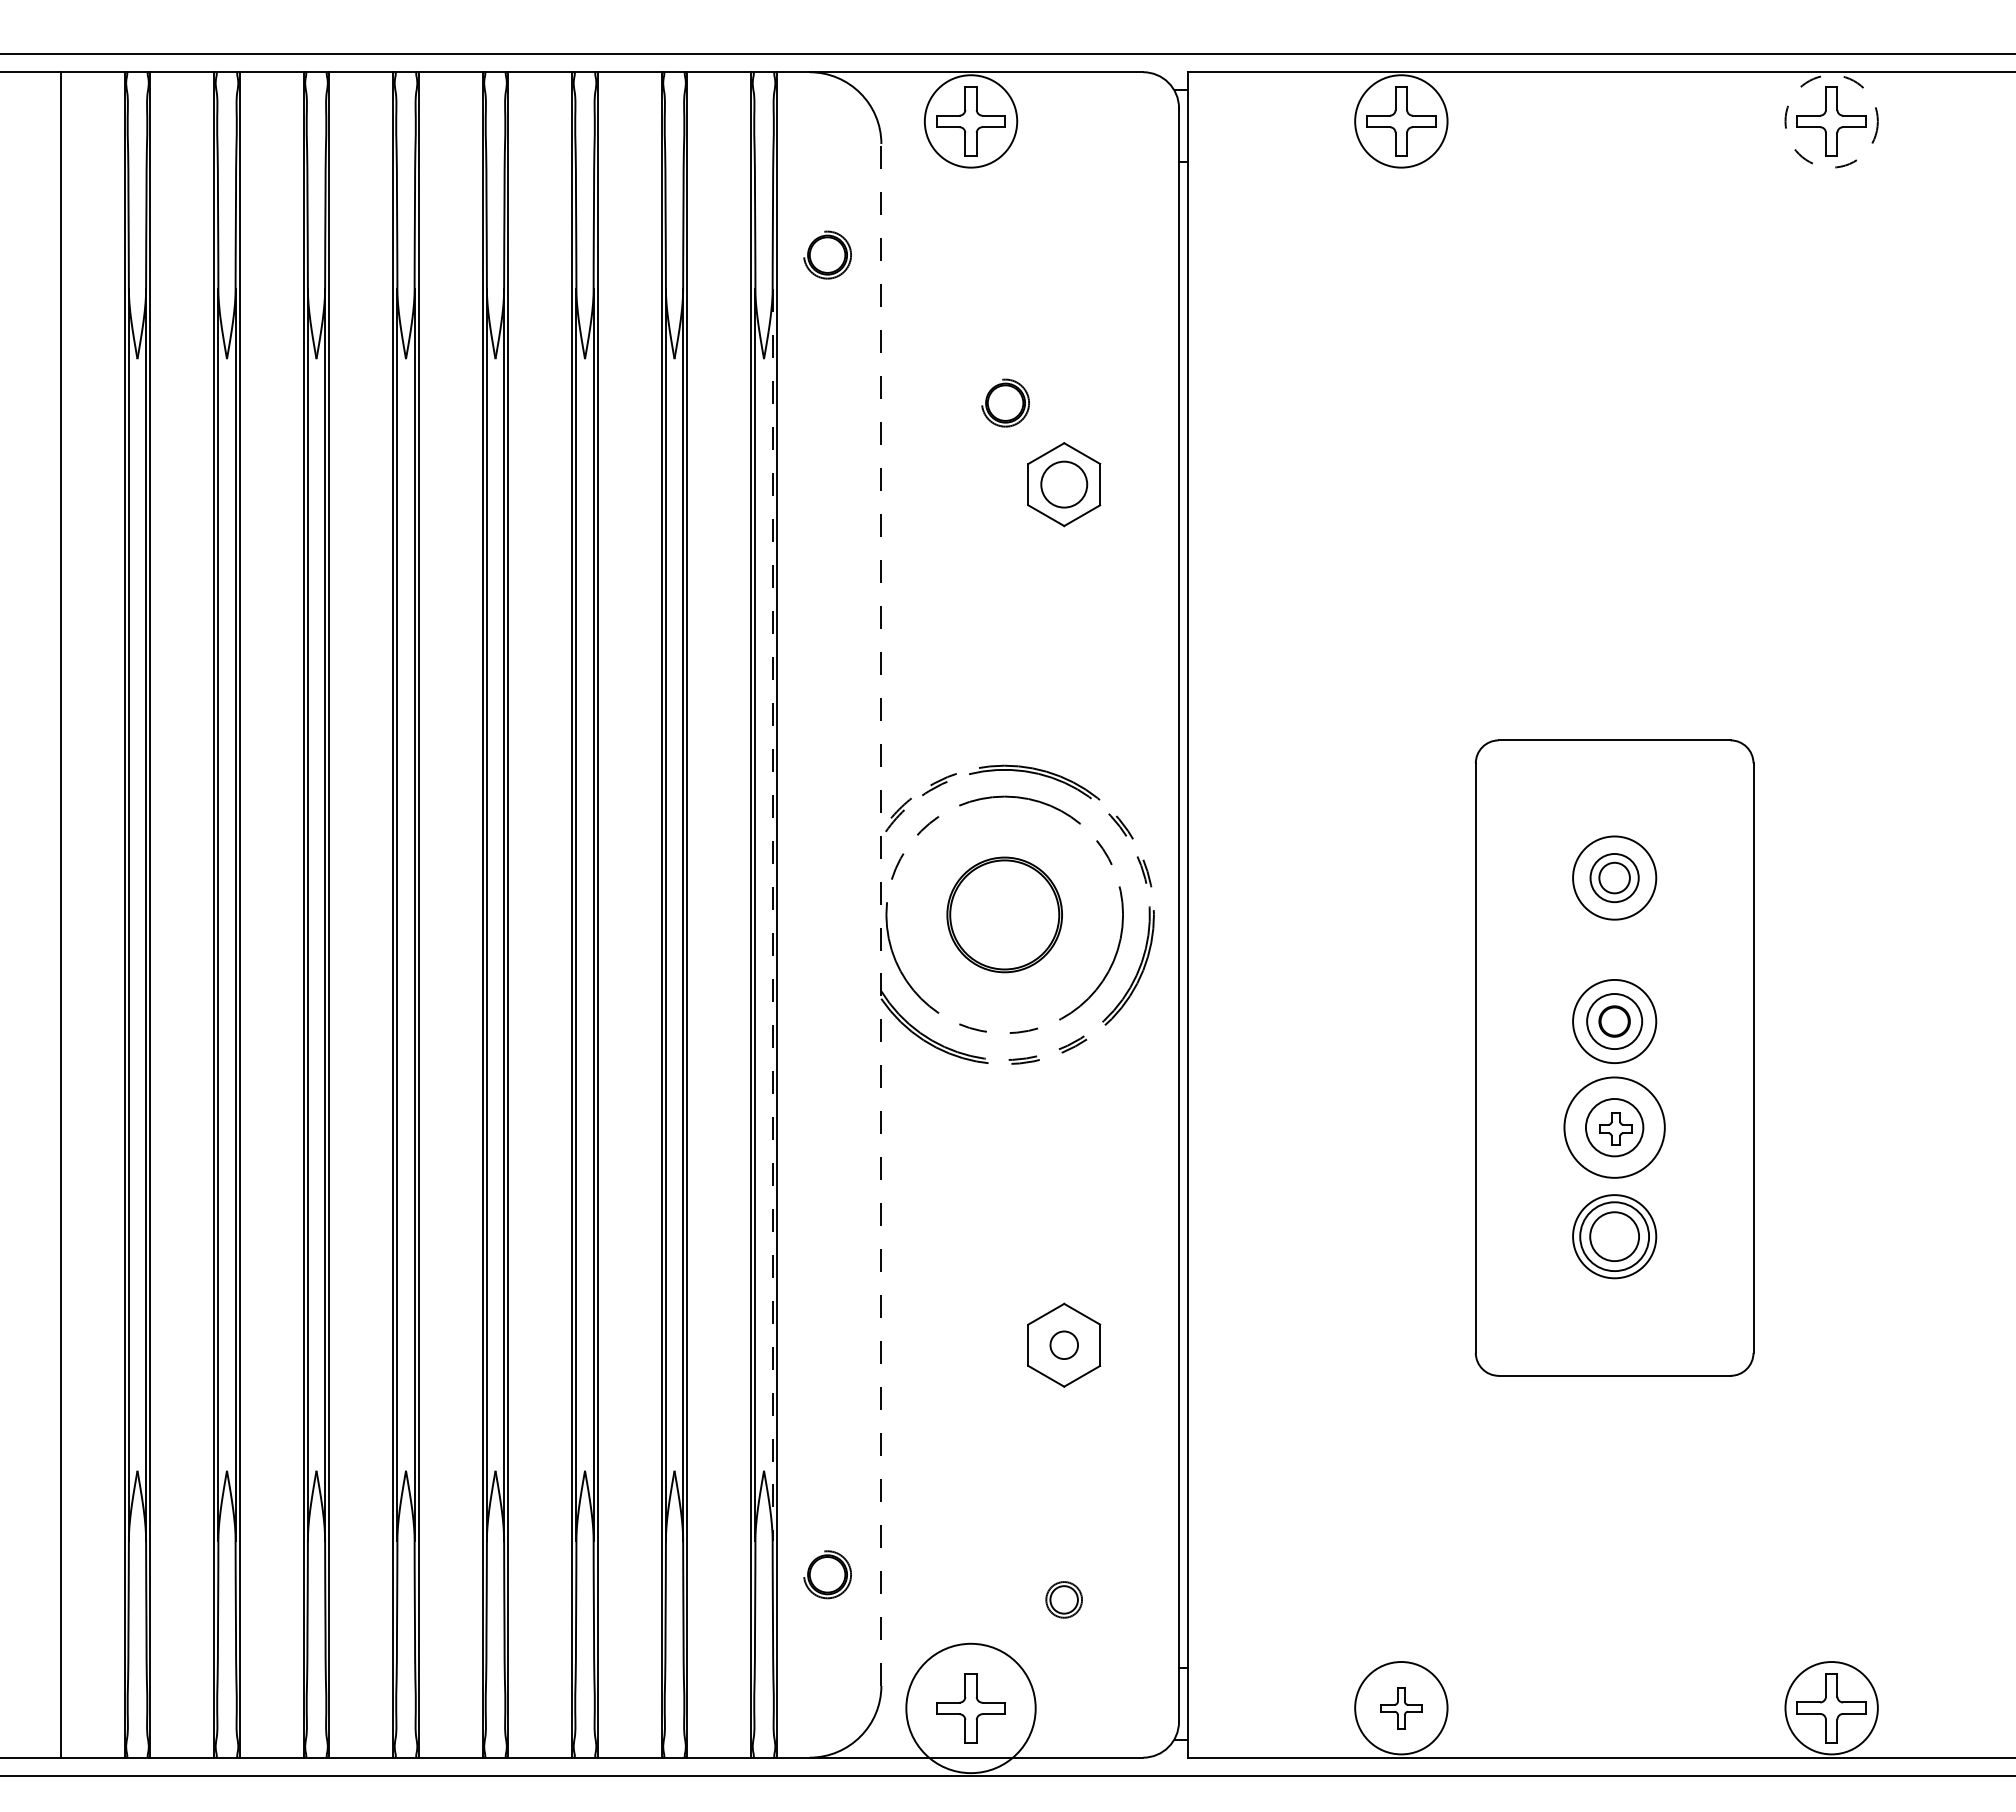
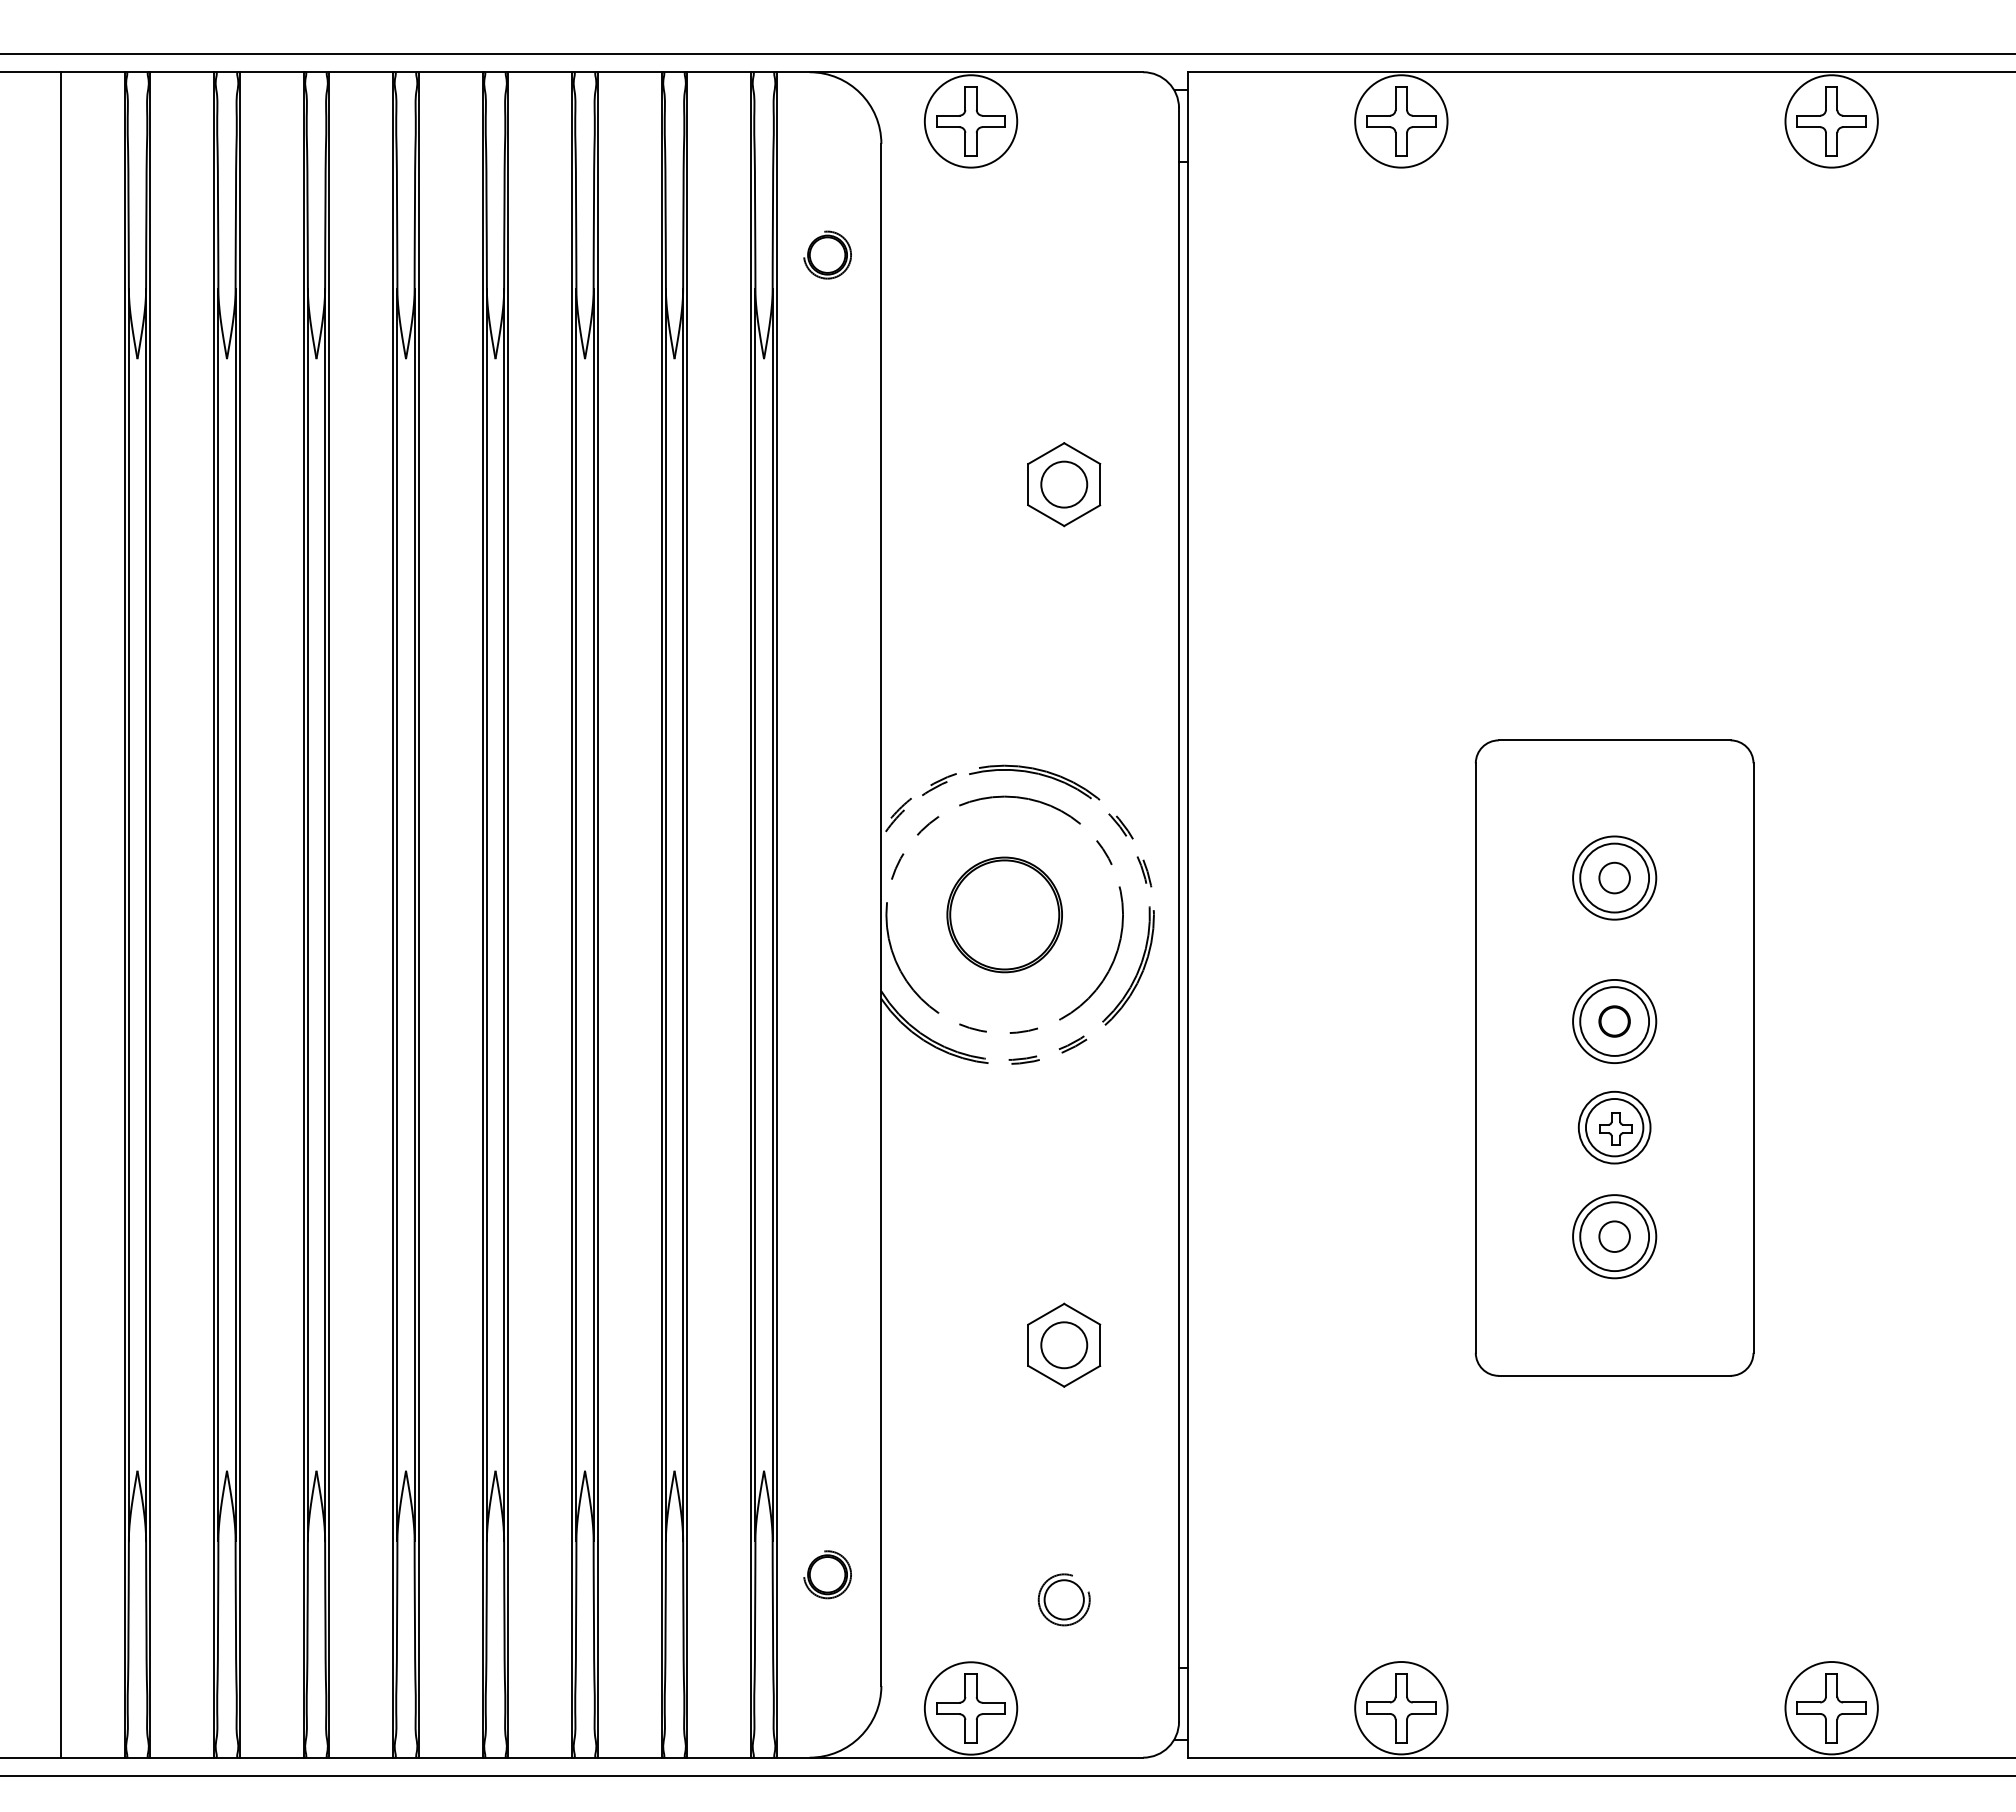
circle at (1831, 121): dashed -> solid
part at (1005, 402): present -> none
circle at (1614, 877) diameter: 48 px -> 69 px
line at (772, 914): dashed -> solid
line at (881, 914): dashed -> solid
circle at (1614, 1021) diameter: 55 px -> 69 px
circle at (1614, 1127) diameter: 100 px -> 72 px
circle at (1614, 1236) diameter: 49 px -> 31 px
circle at (1064, 1345) diameter: 28 px -> 46 px
part at (1063, 1599) size: 38x38 px -> 54x54 px
circle at (970, 1708) diameter: 129 px -> 92 px
part at (1401, 1708) size: 43x43 px -> 71x71 px
